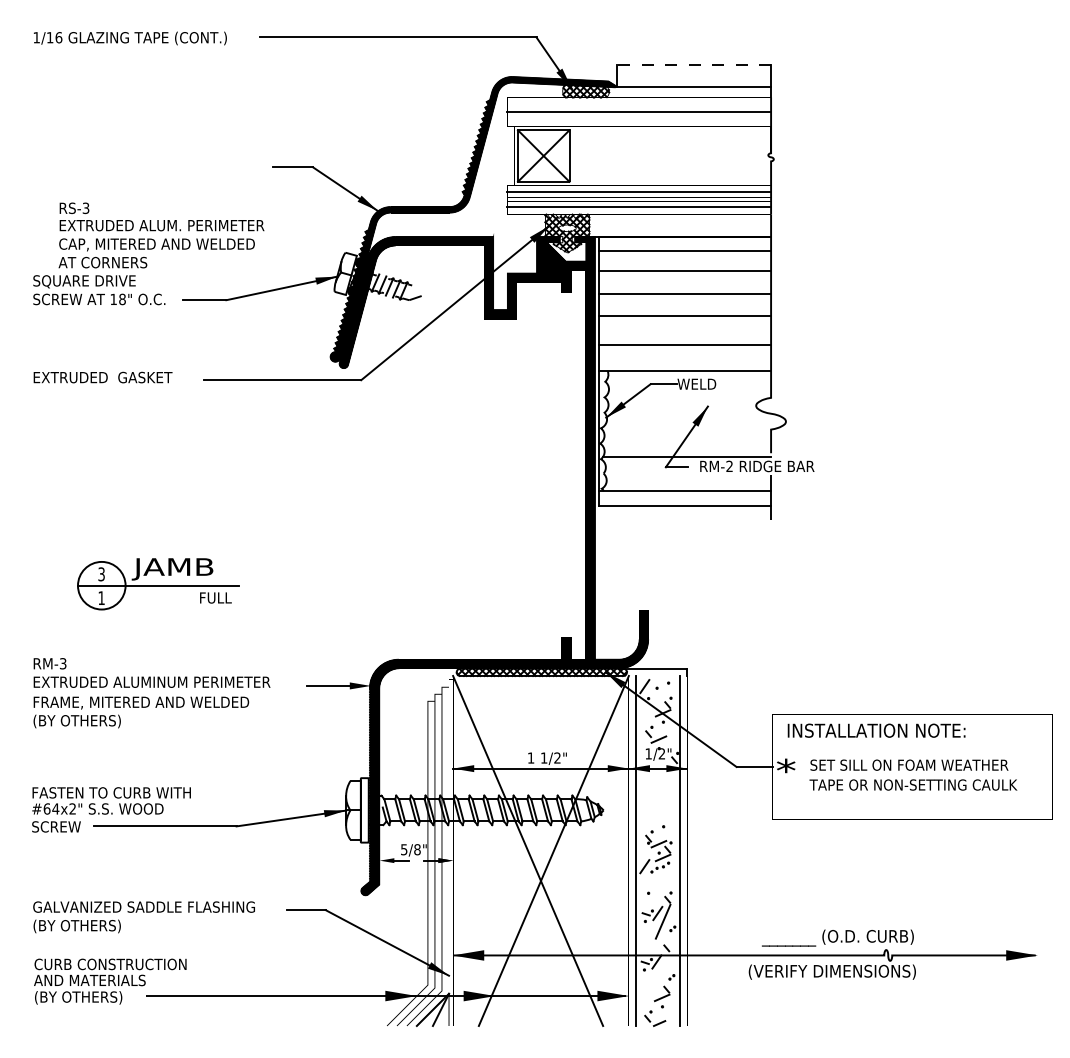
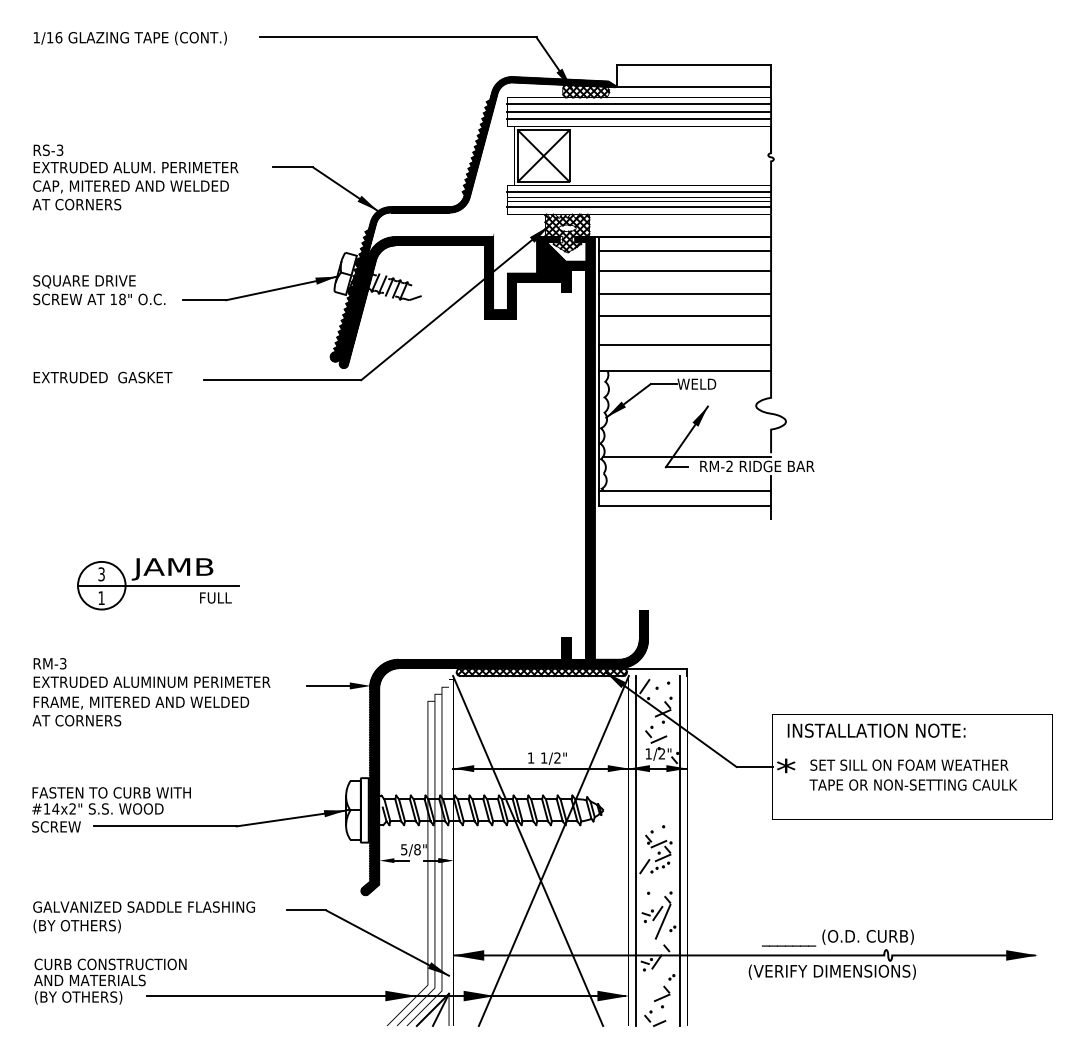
line at (694, 64): dashed -> solid
line at (639, 104): none -> present
line at (639, 119): none -> present
text at (161, 235) position: (161, 235) -> (135, 177)
text at (76, 721): (BY OTHERS) -> AT CORNERS
text at (46, 808): #64x2" -> #14x2"
